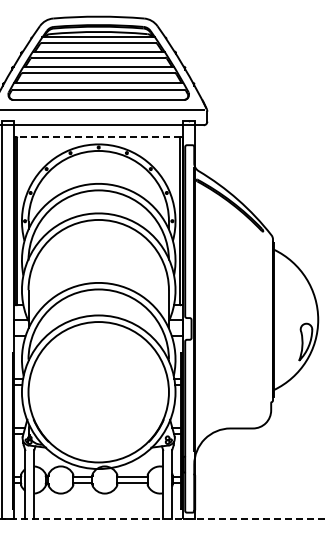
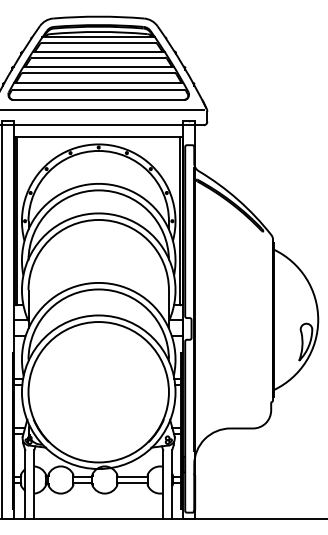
line at (98, 137): dashed -> solid
line at (164, 518): dashed -> solid
